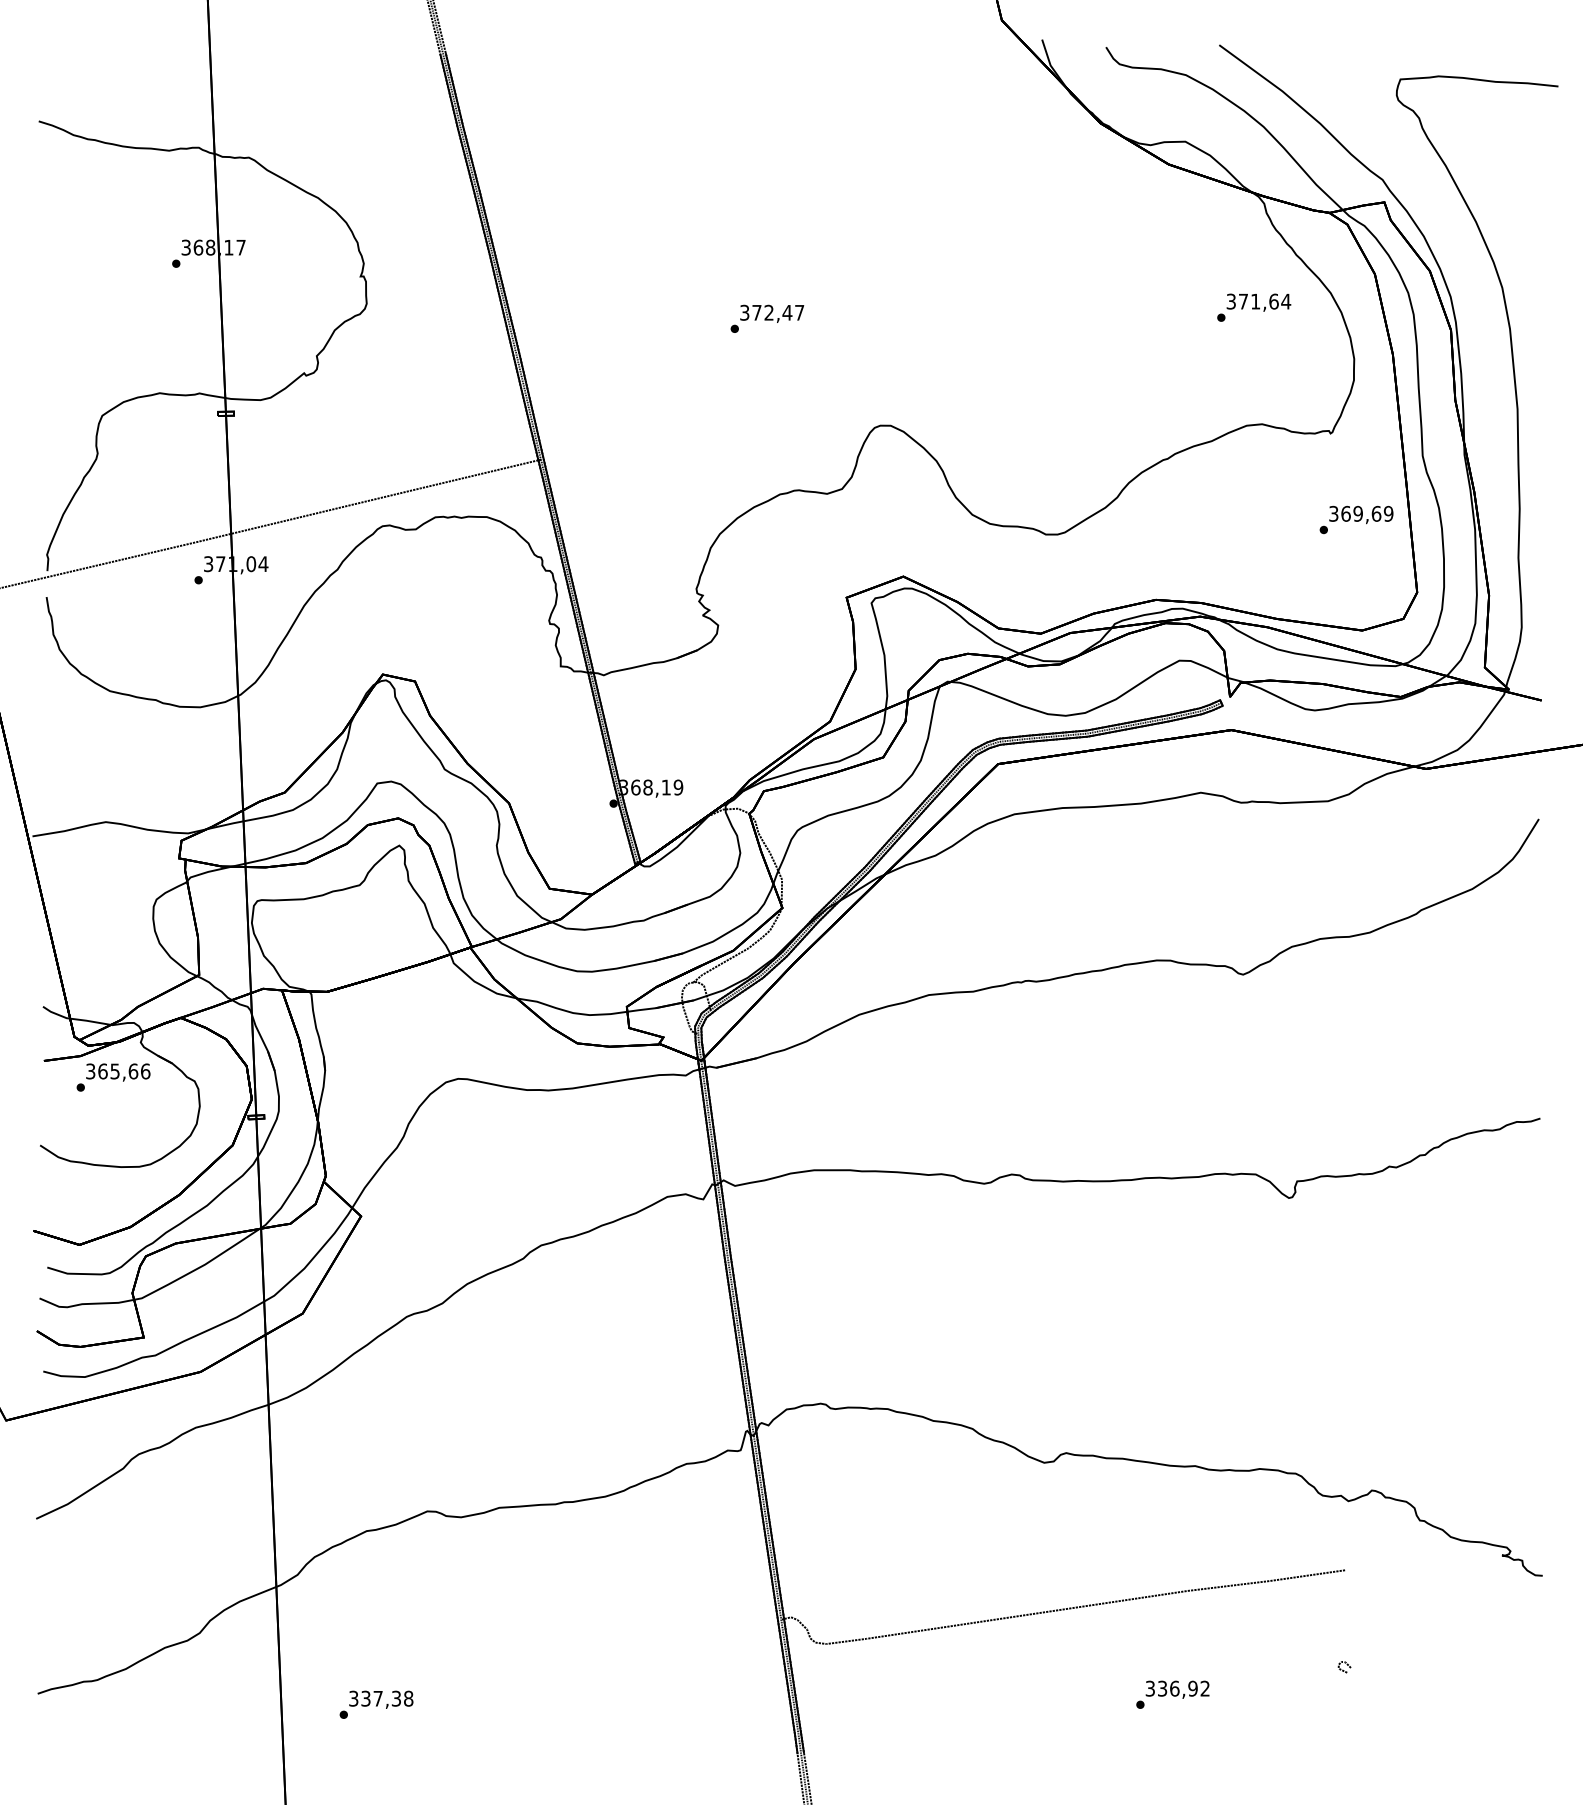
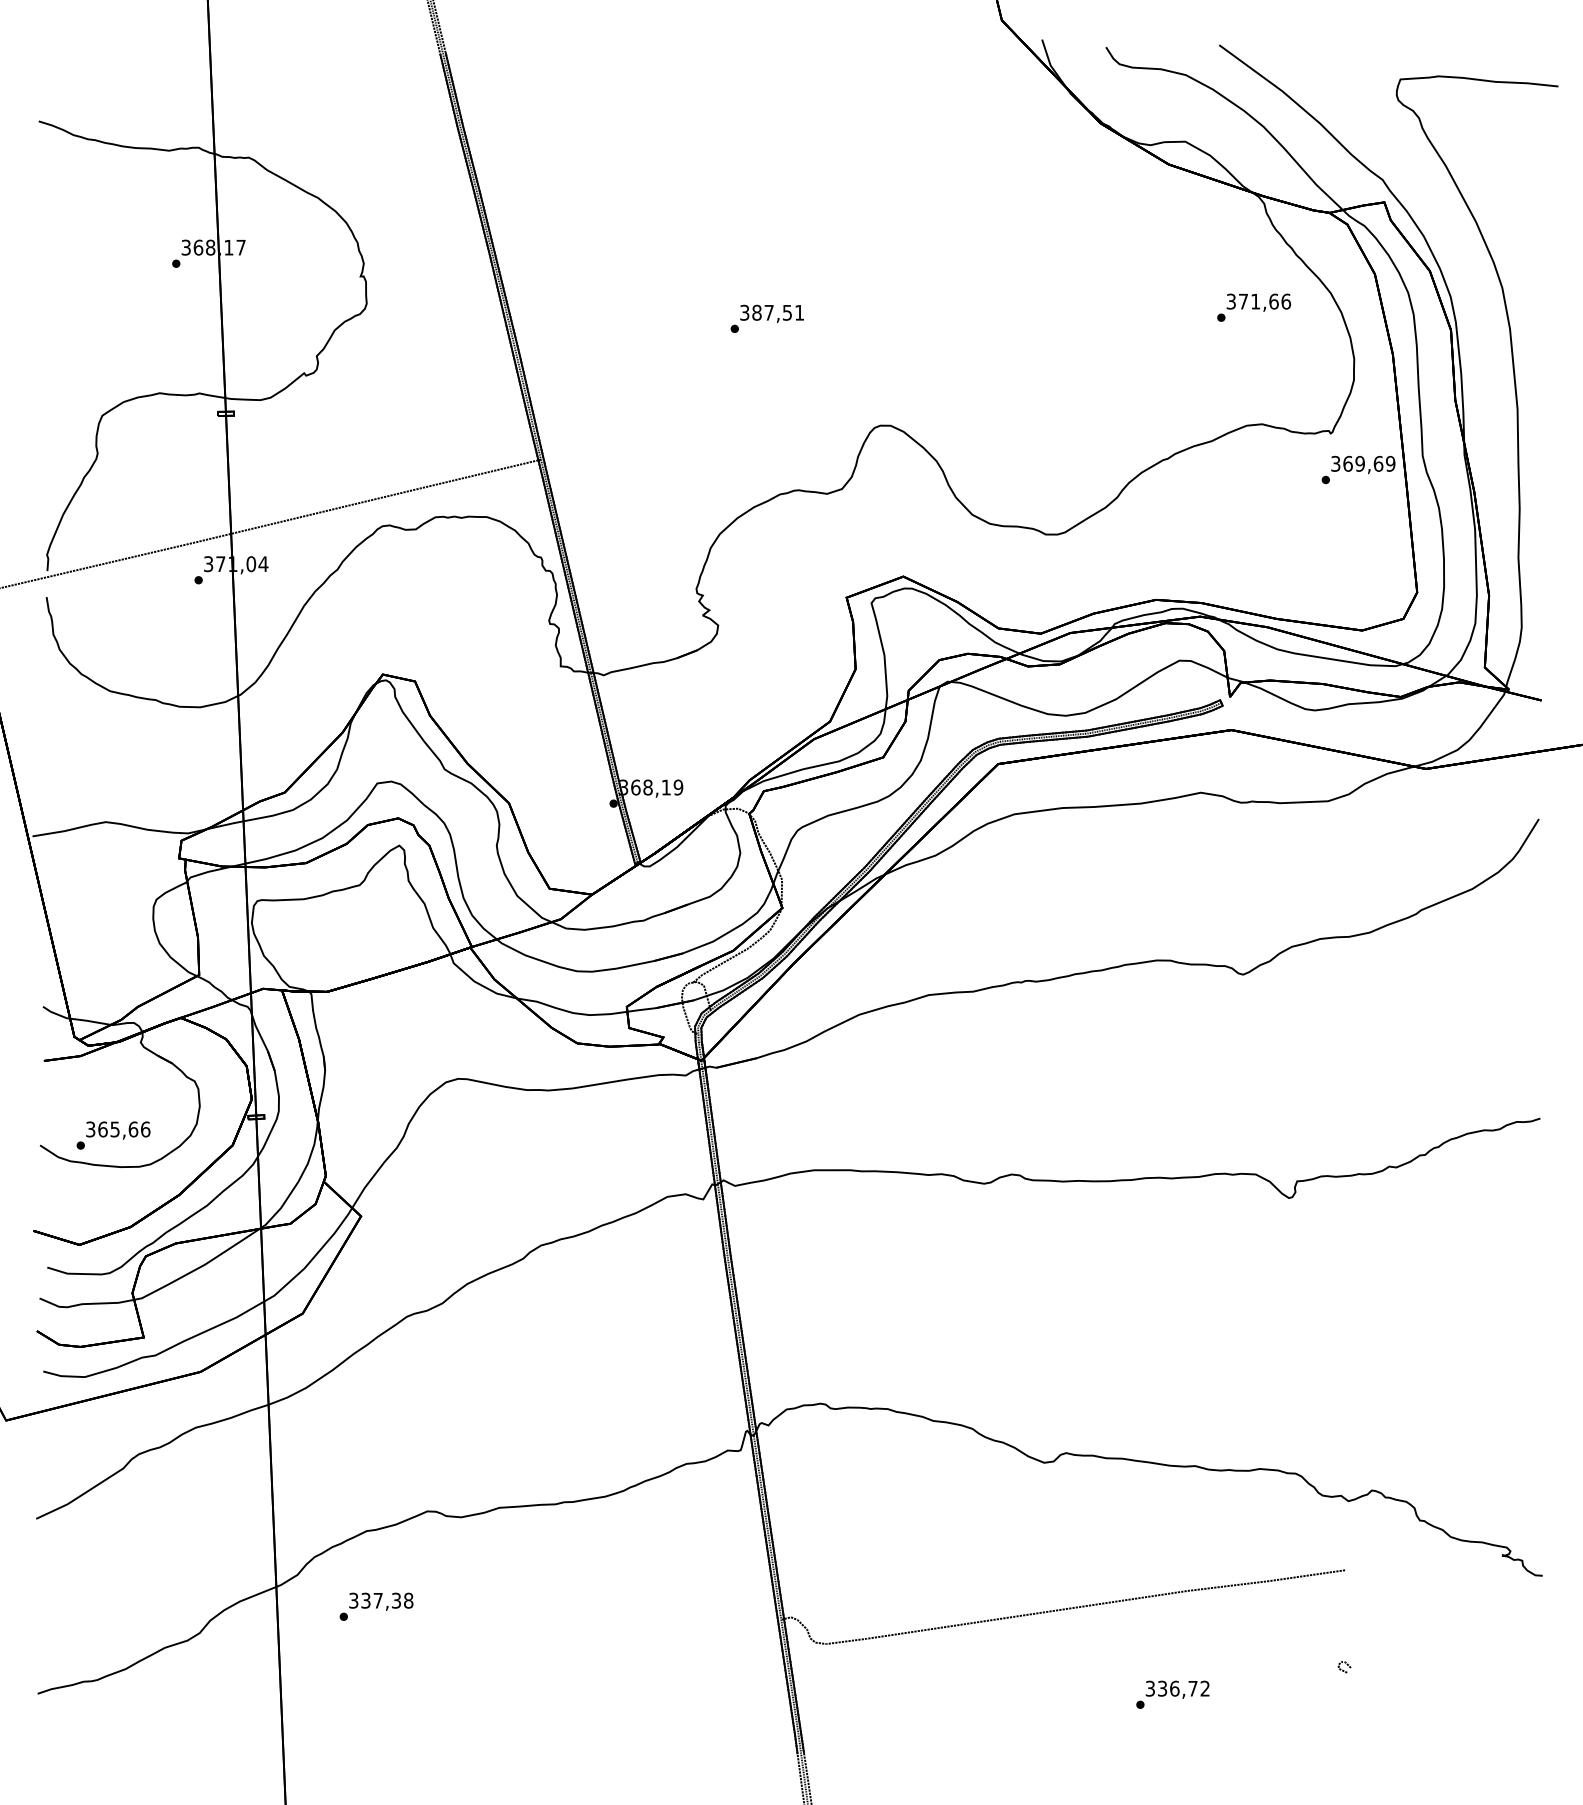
text at (1286, 301): 371,64 -> 371,66
text at (778, 312): 372,47 -> 387,51
text at (1356, 519) position: (1356, 519) -> (1358, 469)
text at (113, 1077) position: (113, 1077) -> (113, 1135)
text at (1192, 1688): 336,92 -> 336,72
text at (376, 1704) position: (376, 1704) -> (376, 1606)
